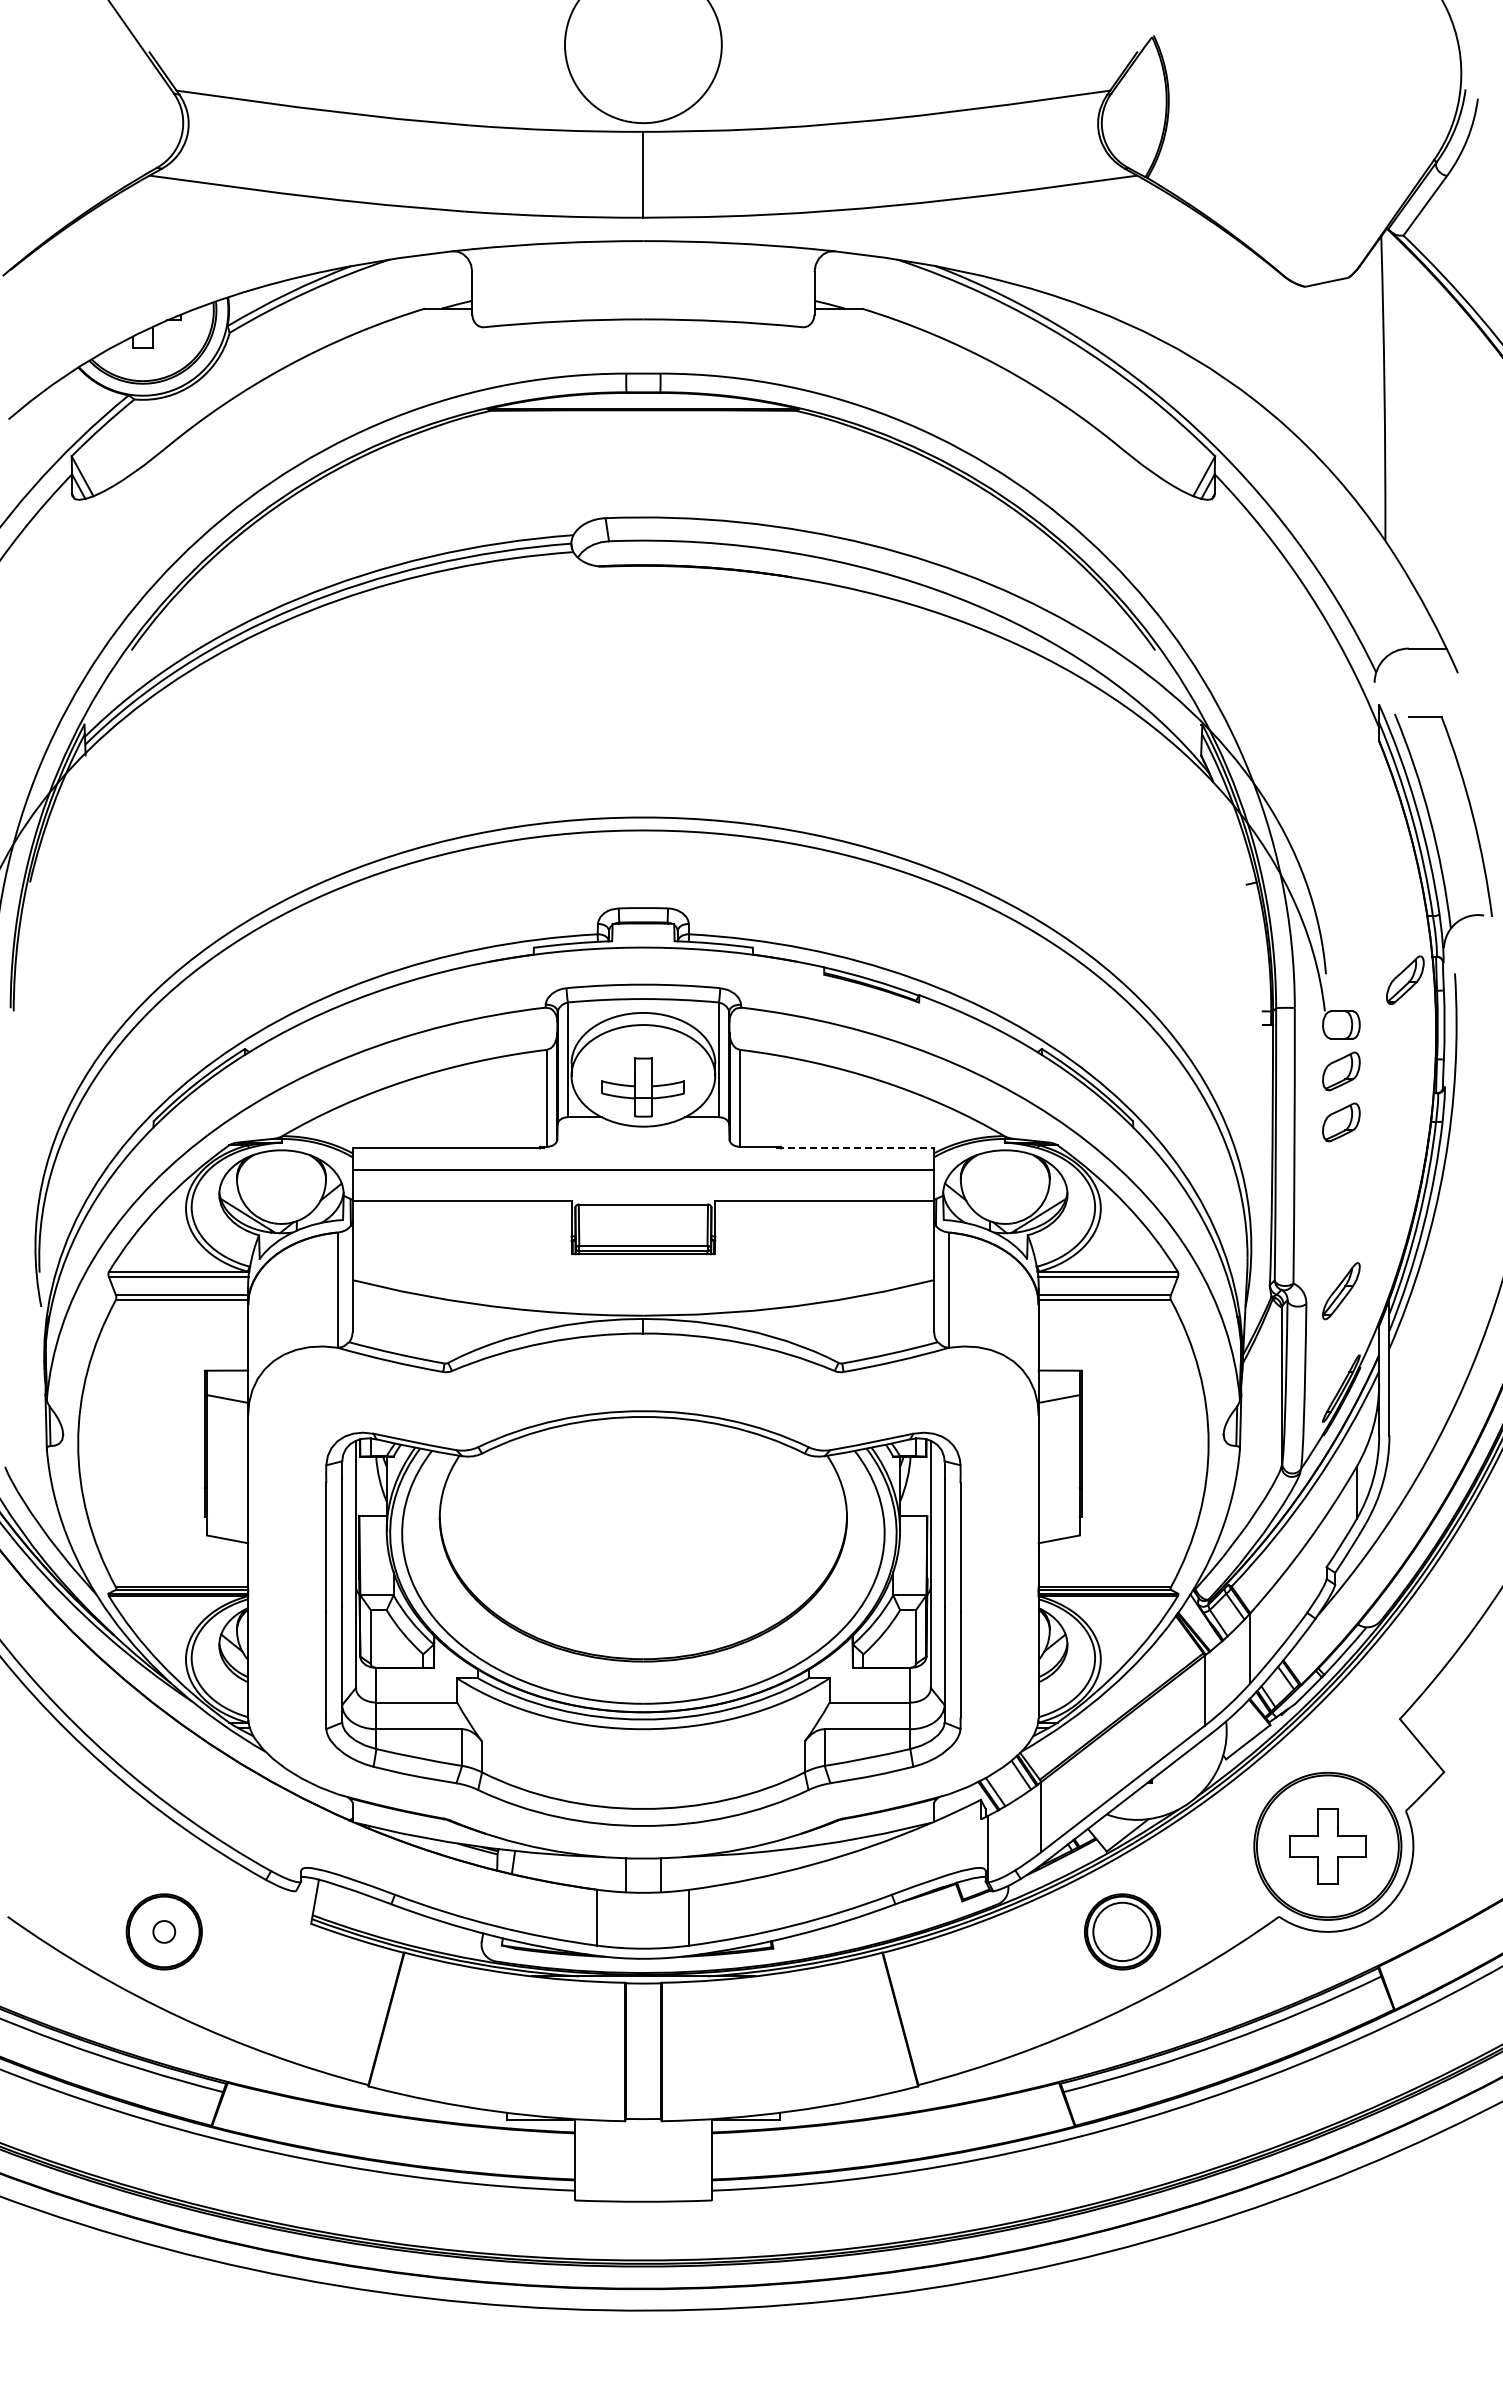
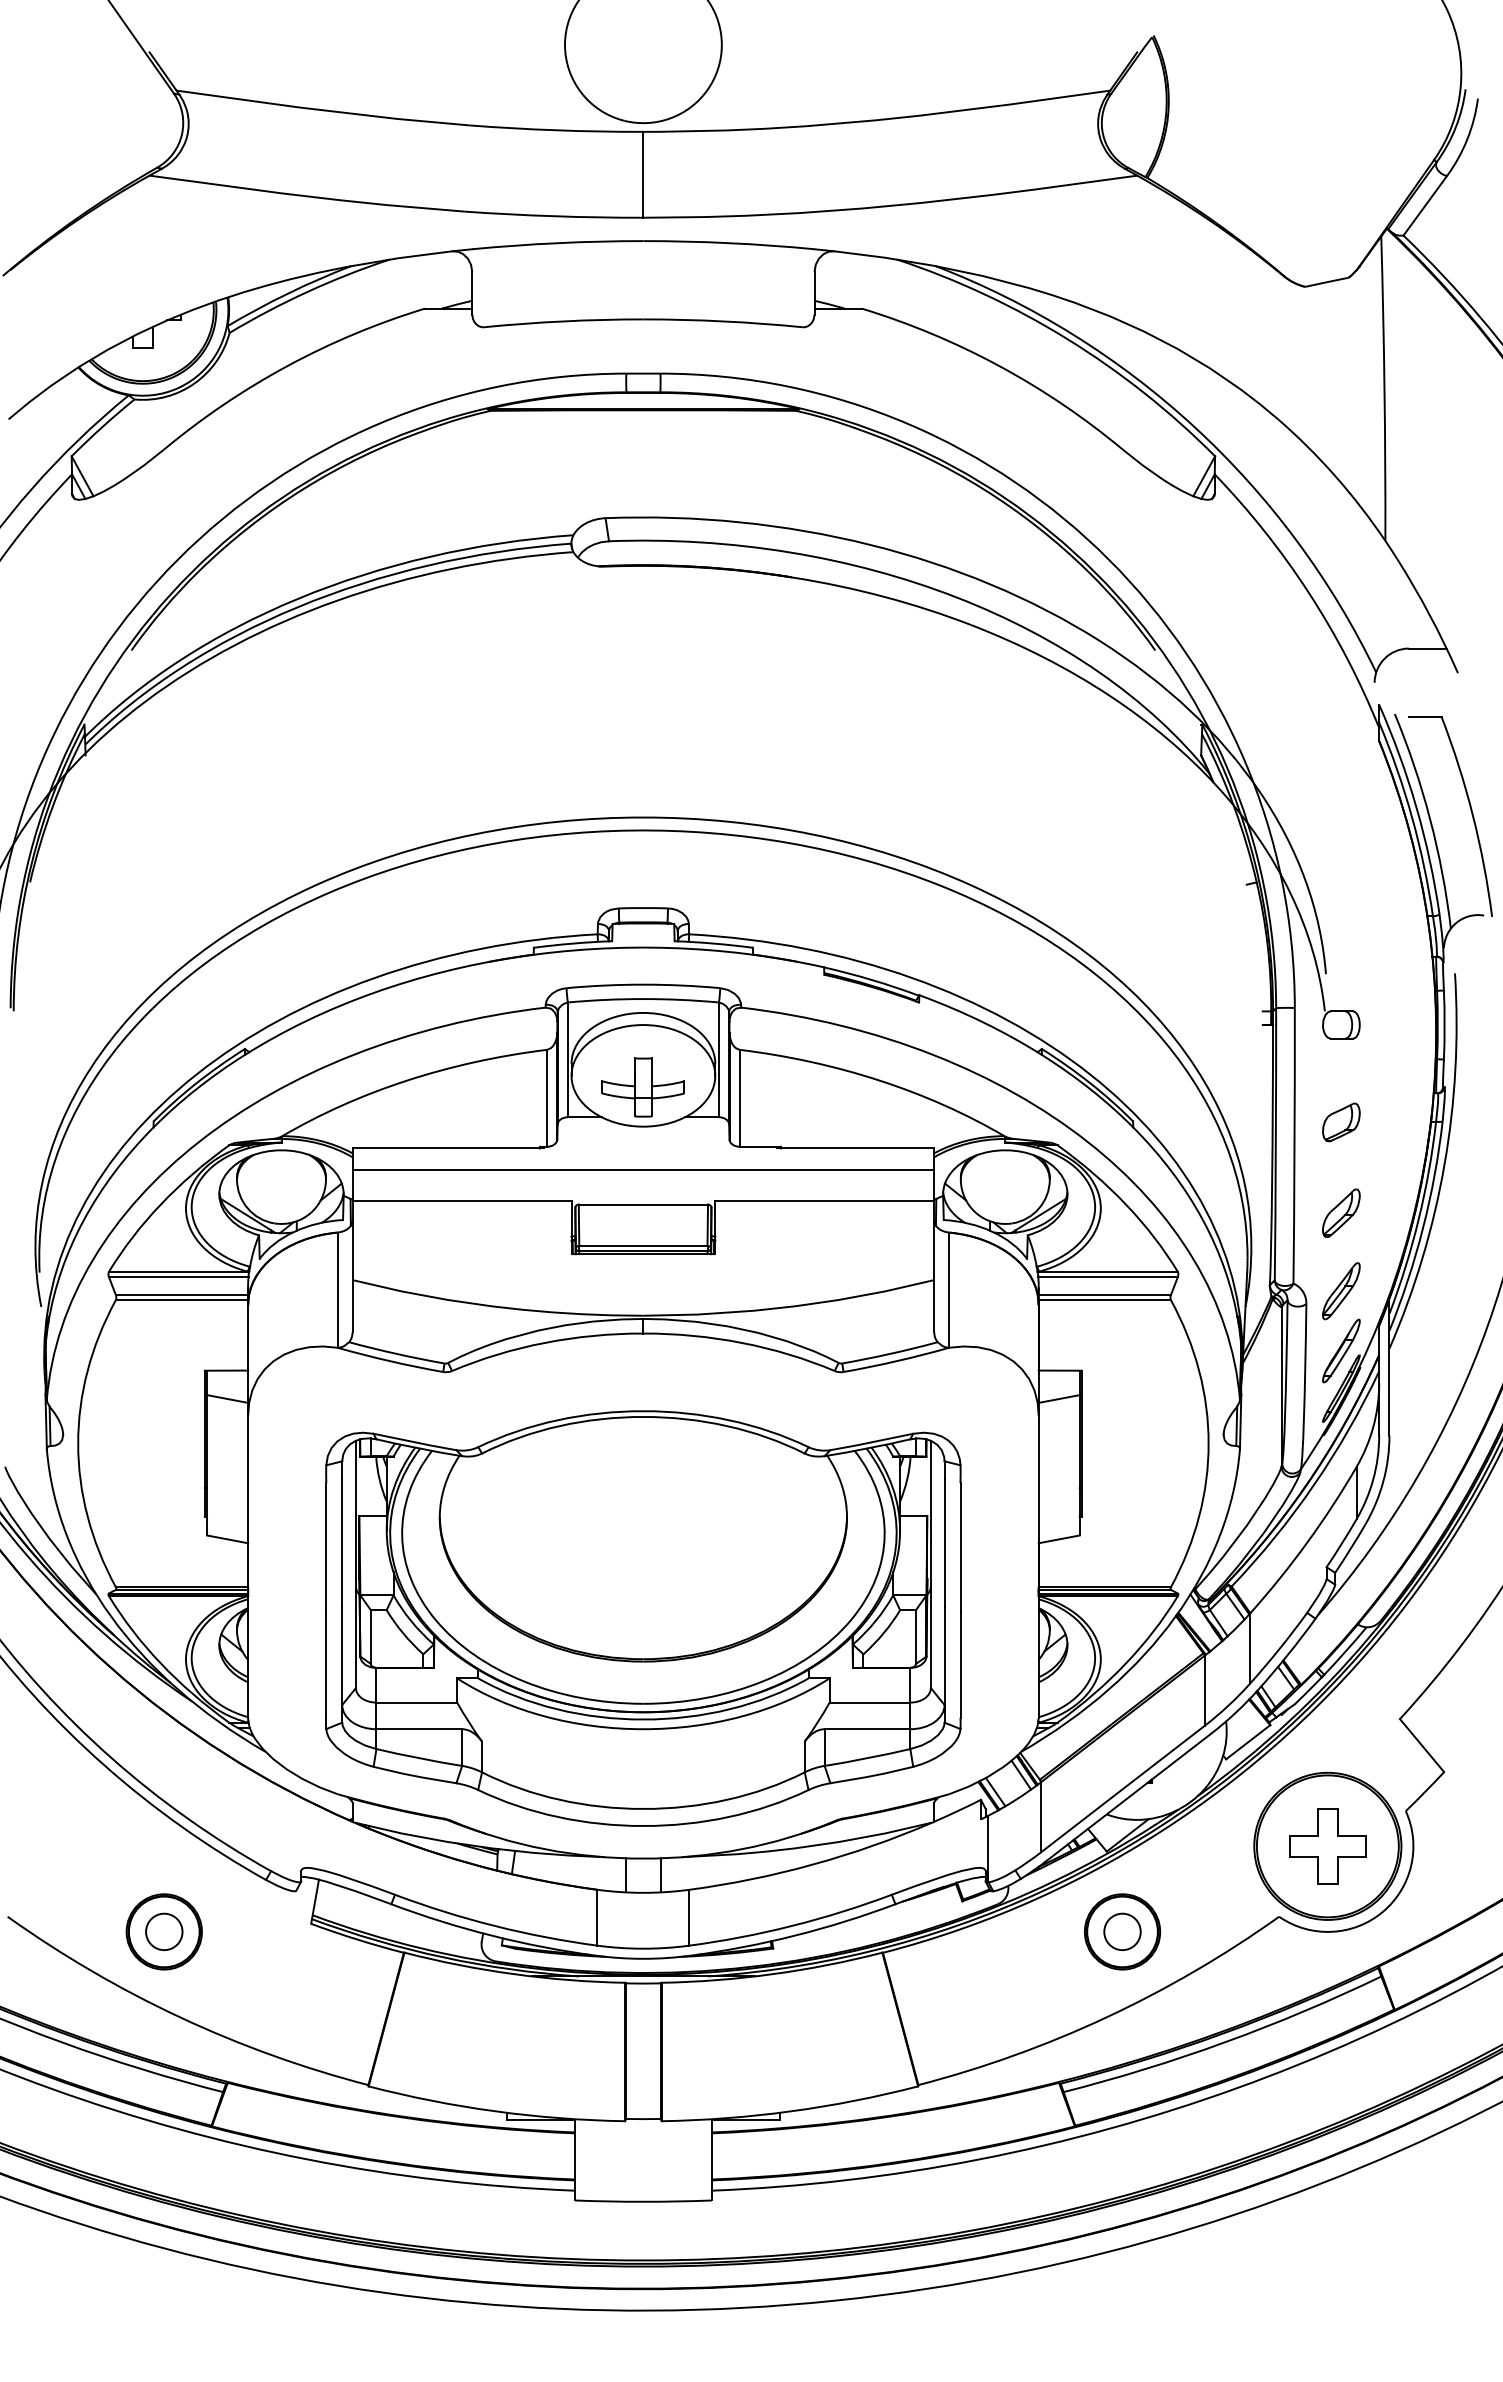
part at (1405, 979) position: (1405, 979) -> (1341, 1212)
part at (1341, 1071): present -> none
line at (855, 1148): dashed -> solid
part at (1341, 1350): none -> present
circle at (164, 1931) diameter: 22 px -> 36 px
circle at (1122, 1931) diameter: 58 px -> 36 px
